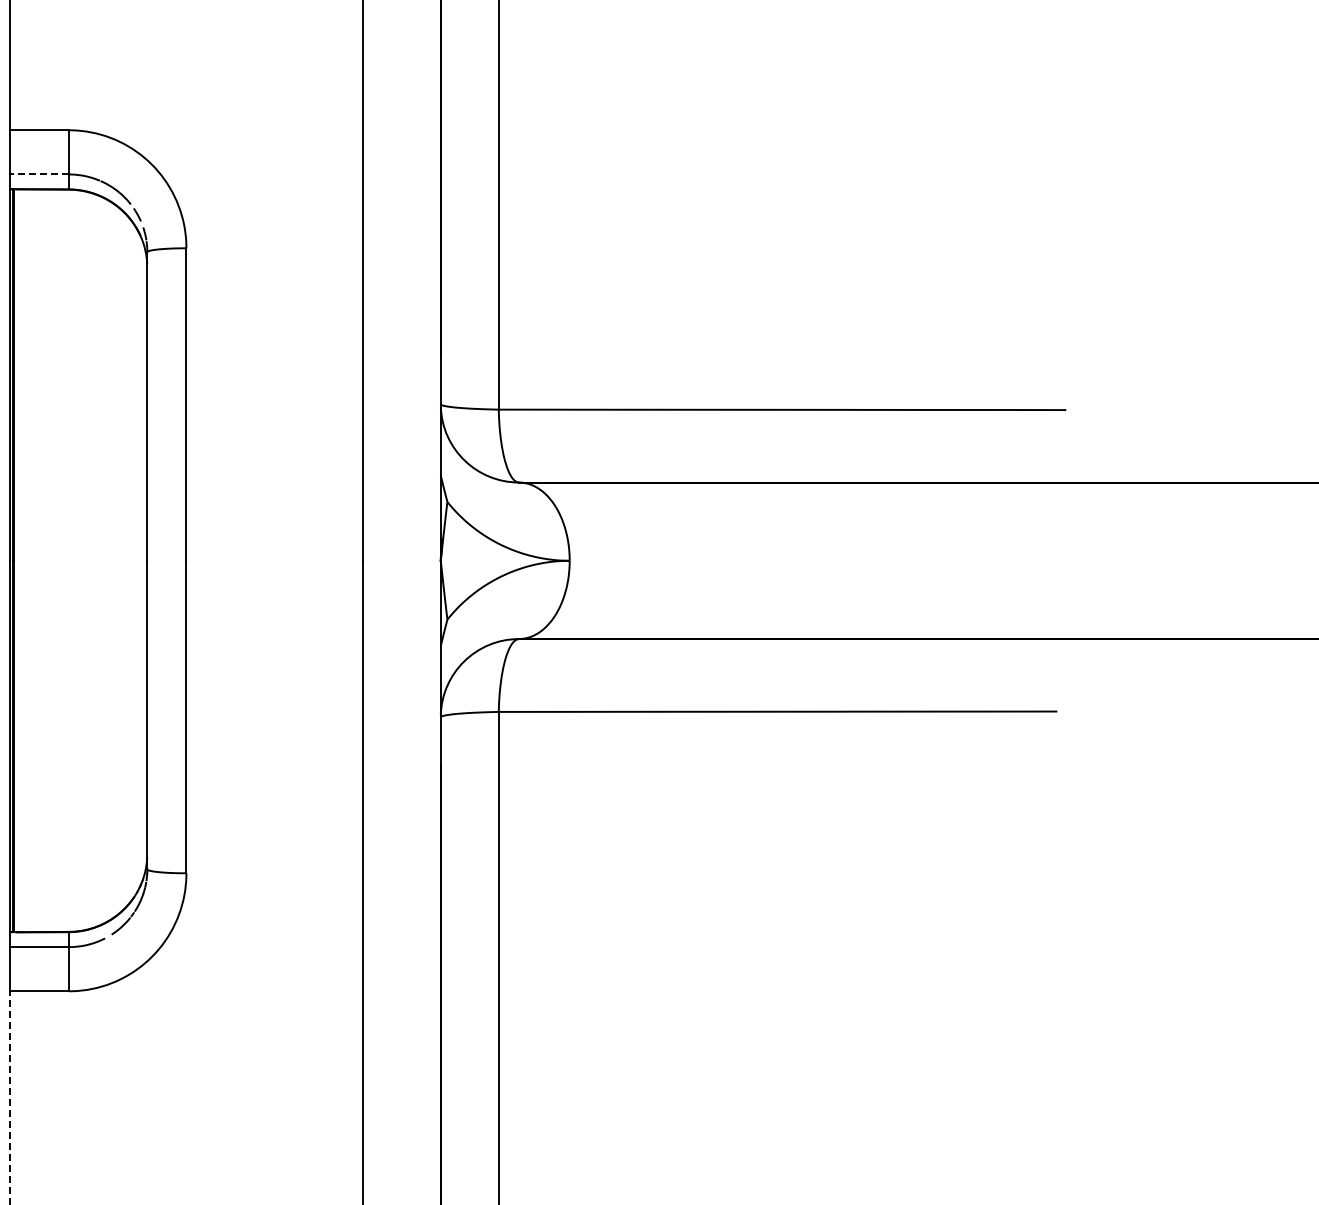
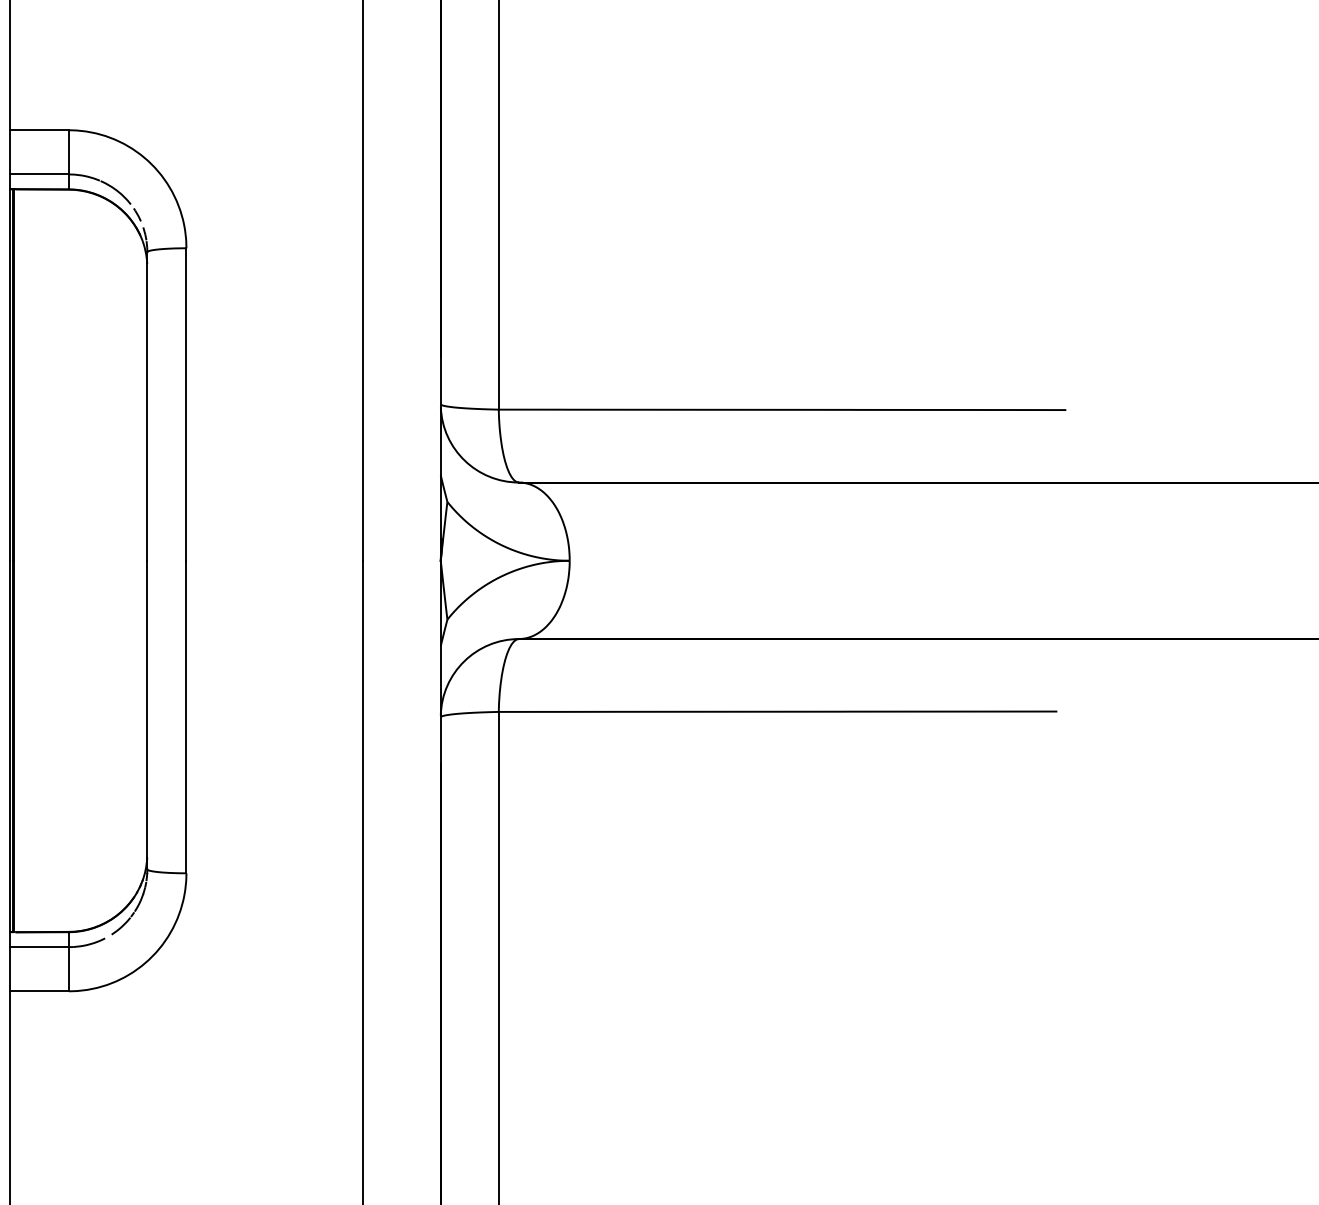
line at (39, 174): dashed -> solid
line at (10, 1097): dashed -> solid
